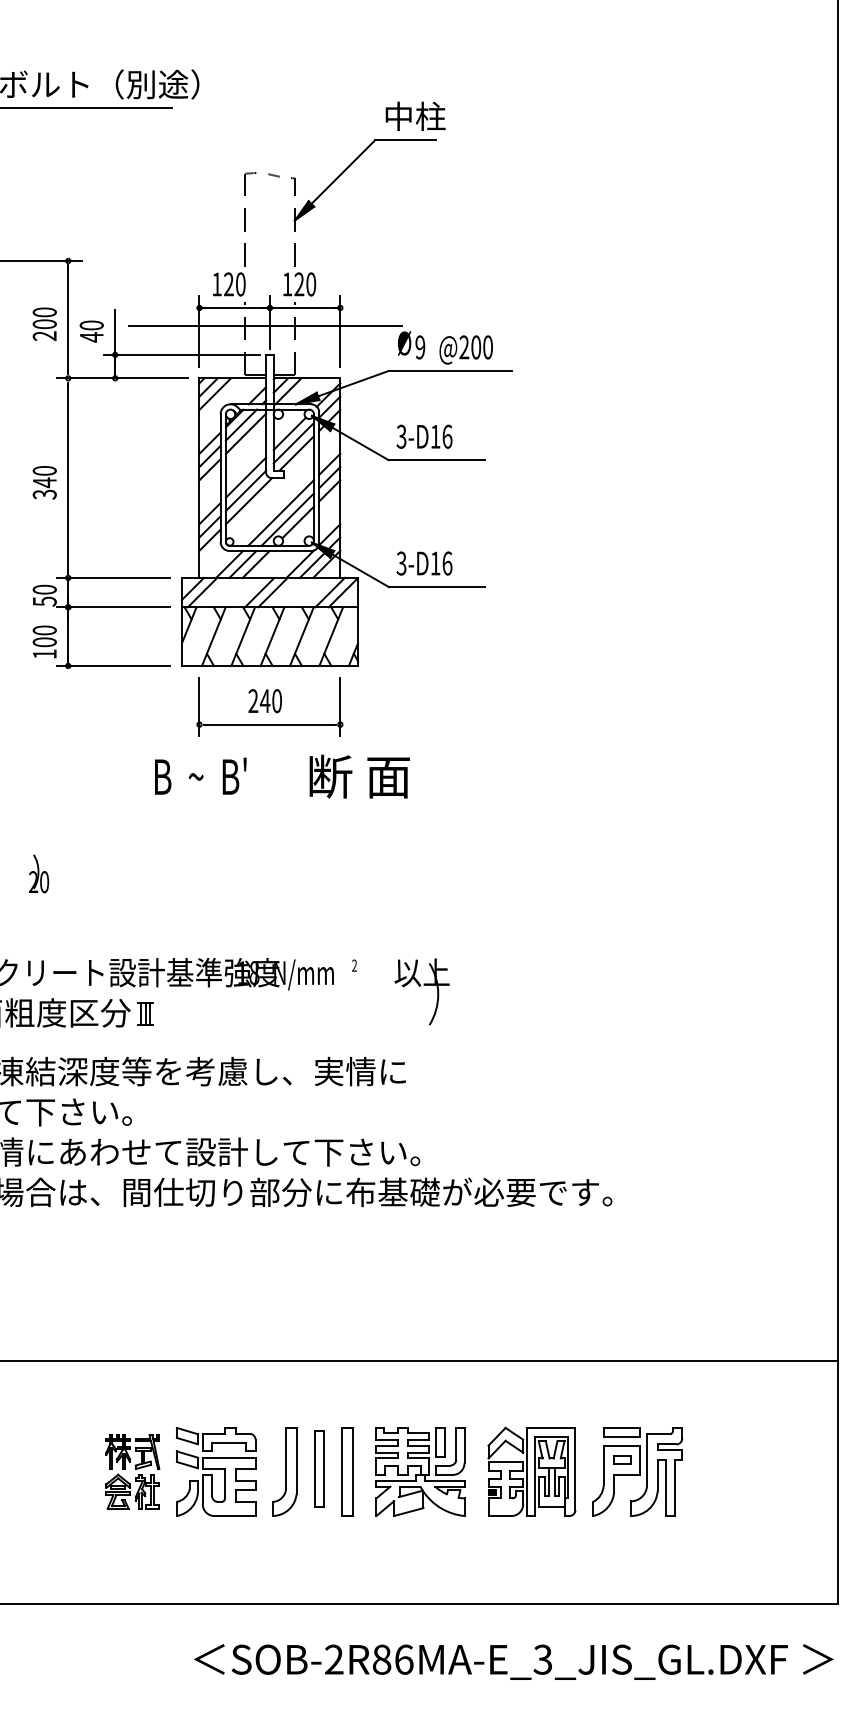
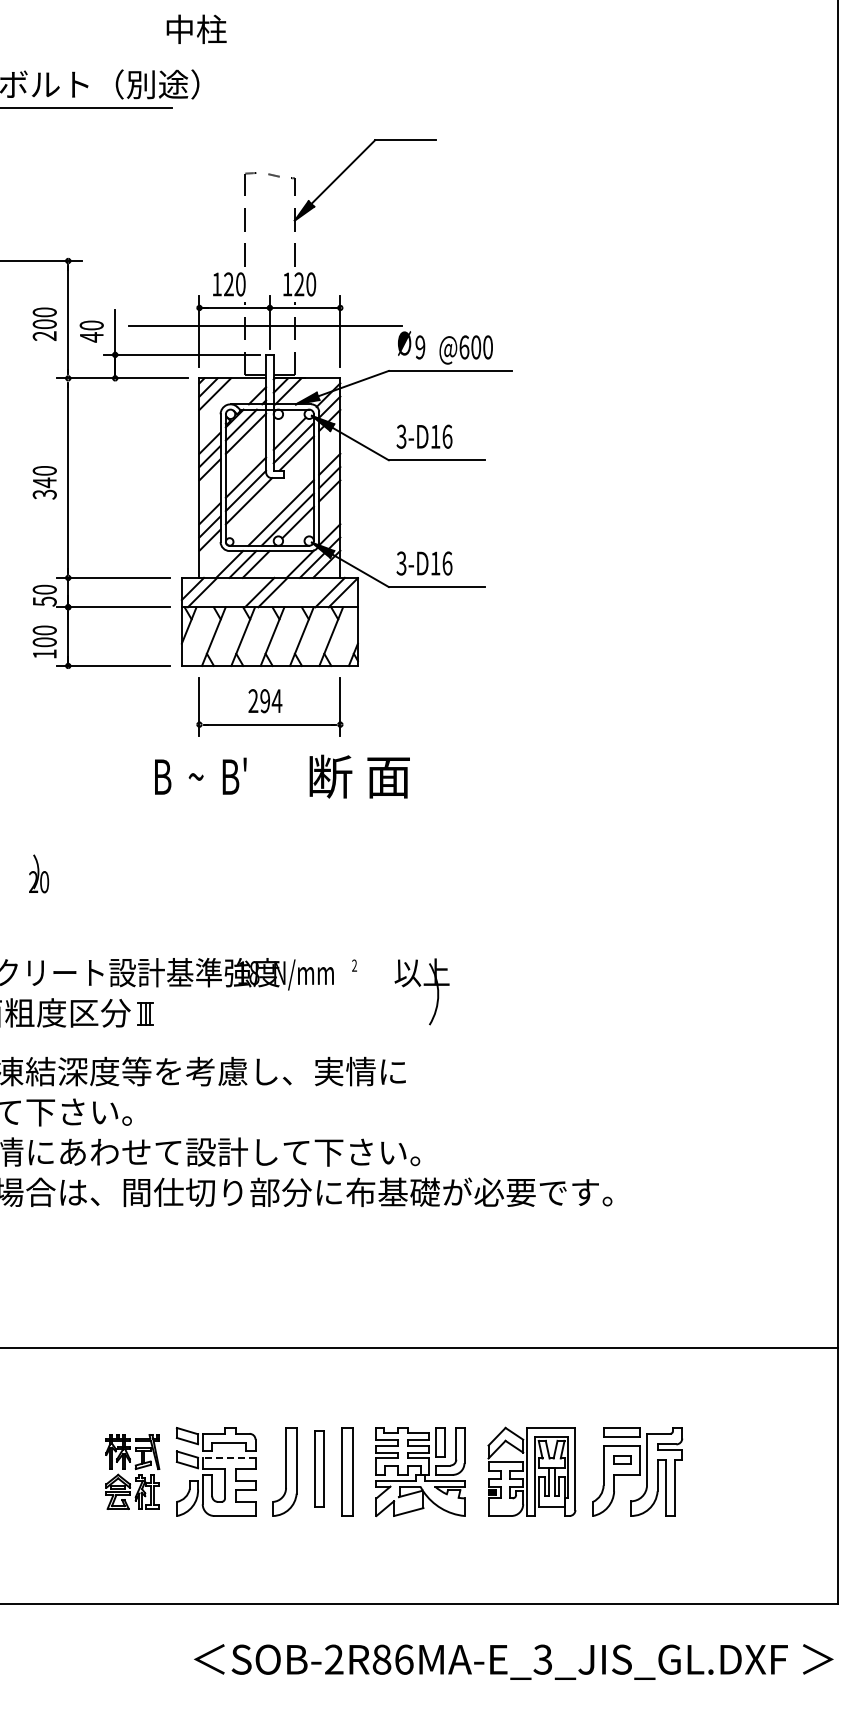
text at (415, 115) position: (415, 115) -> (196, 28)
text at (464, 347): @200 -> @600
text at (270, 701): 240 -> 294
line at (420, 1361) position: (420, 1361) -> (420, 1348)
line at (228, 1458): solid -> dashed
